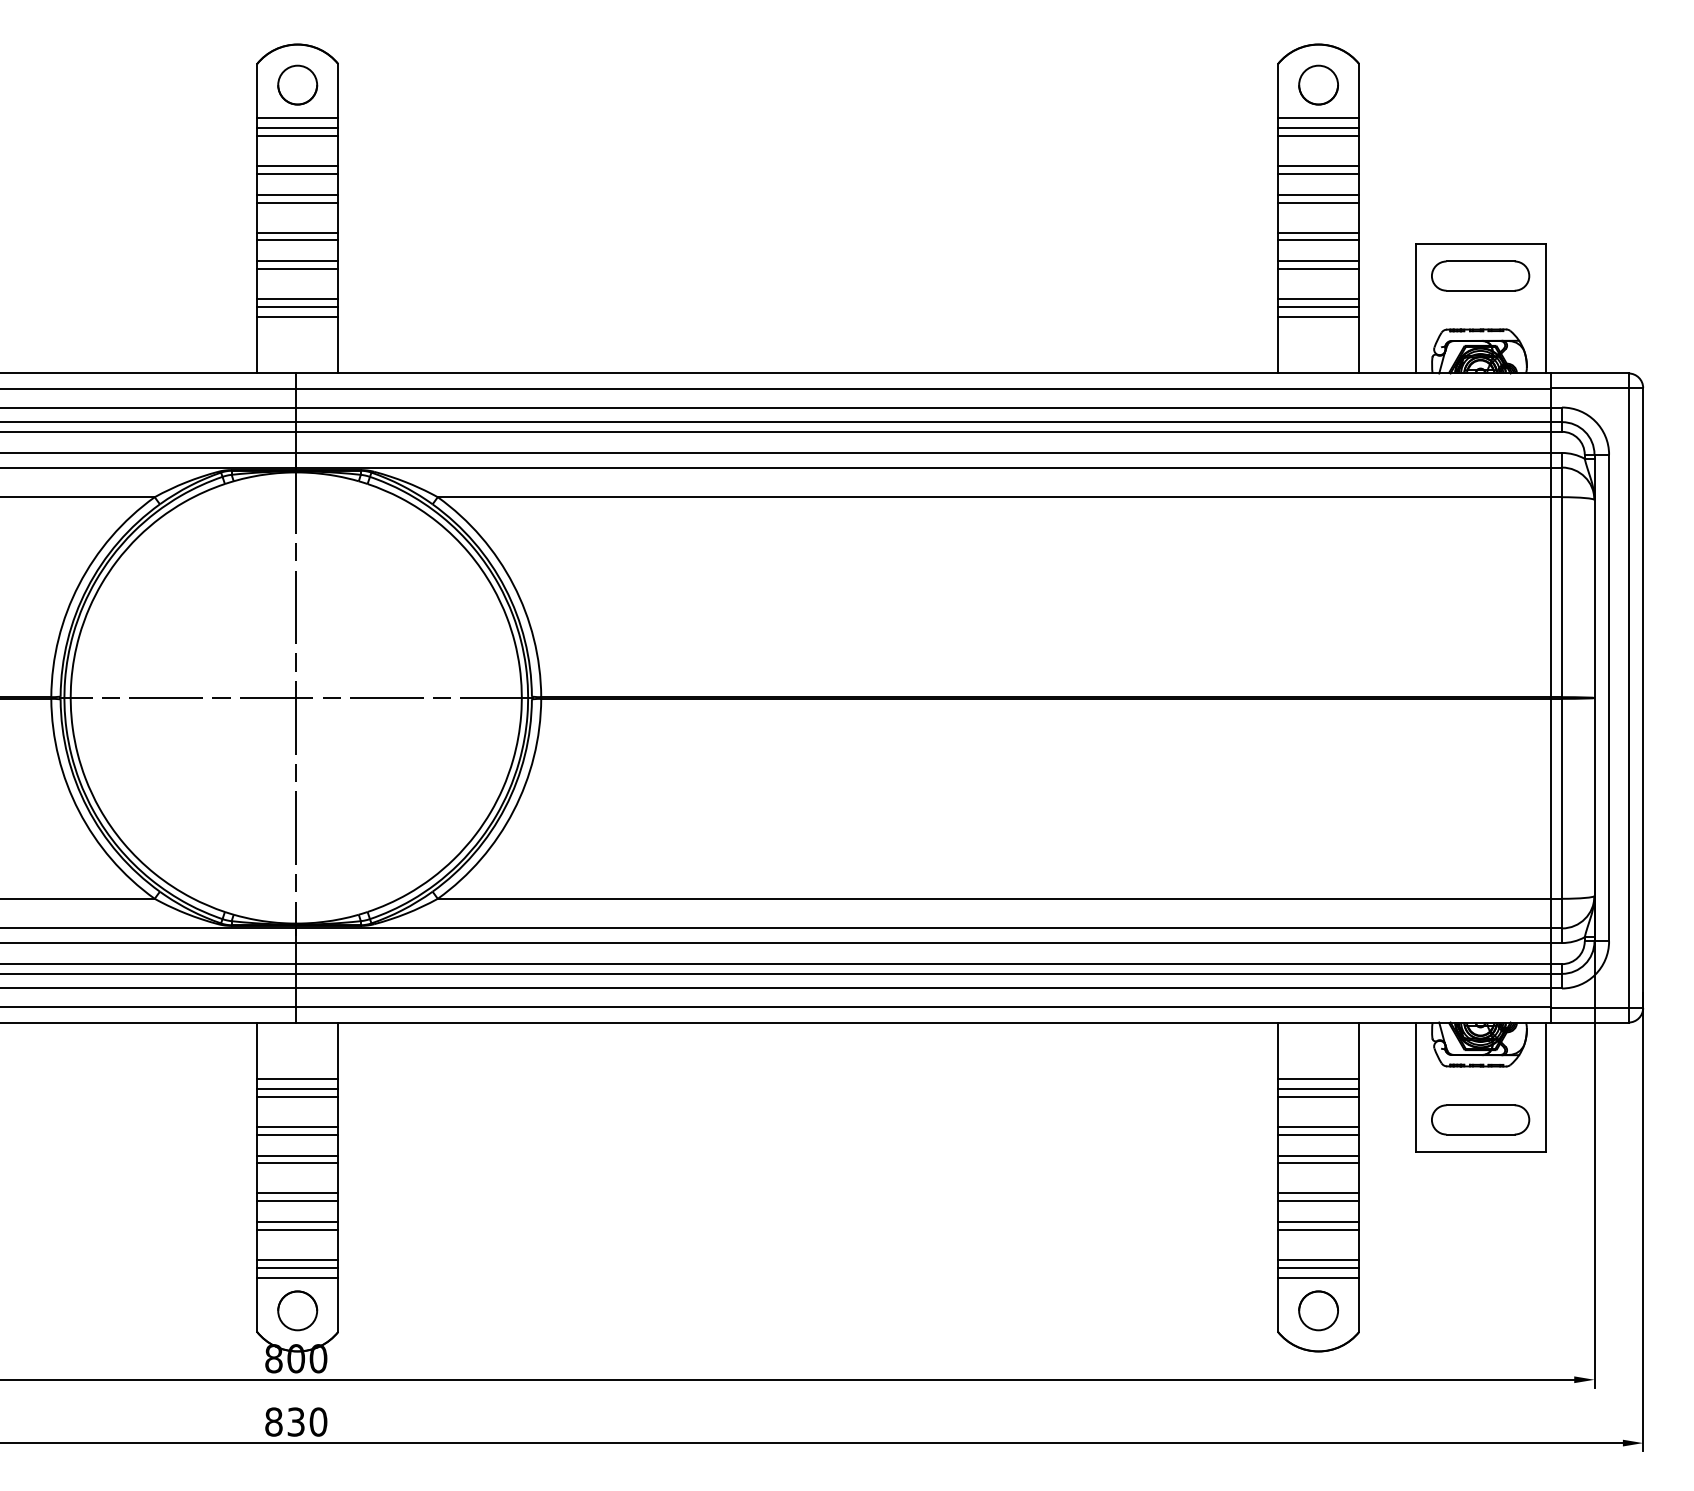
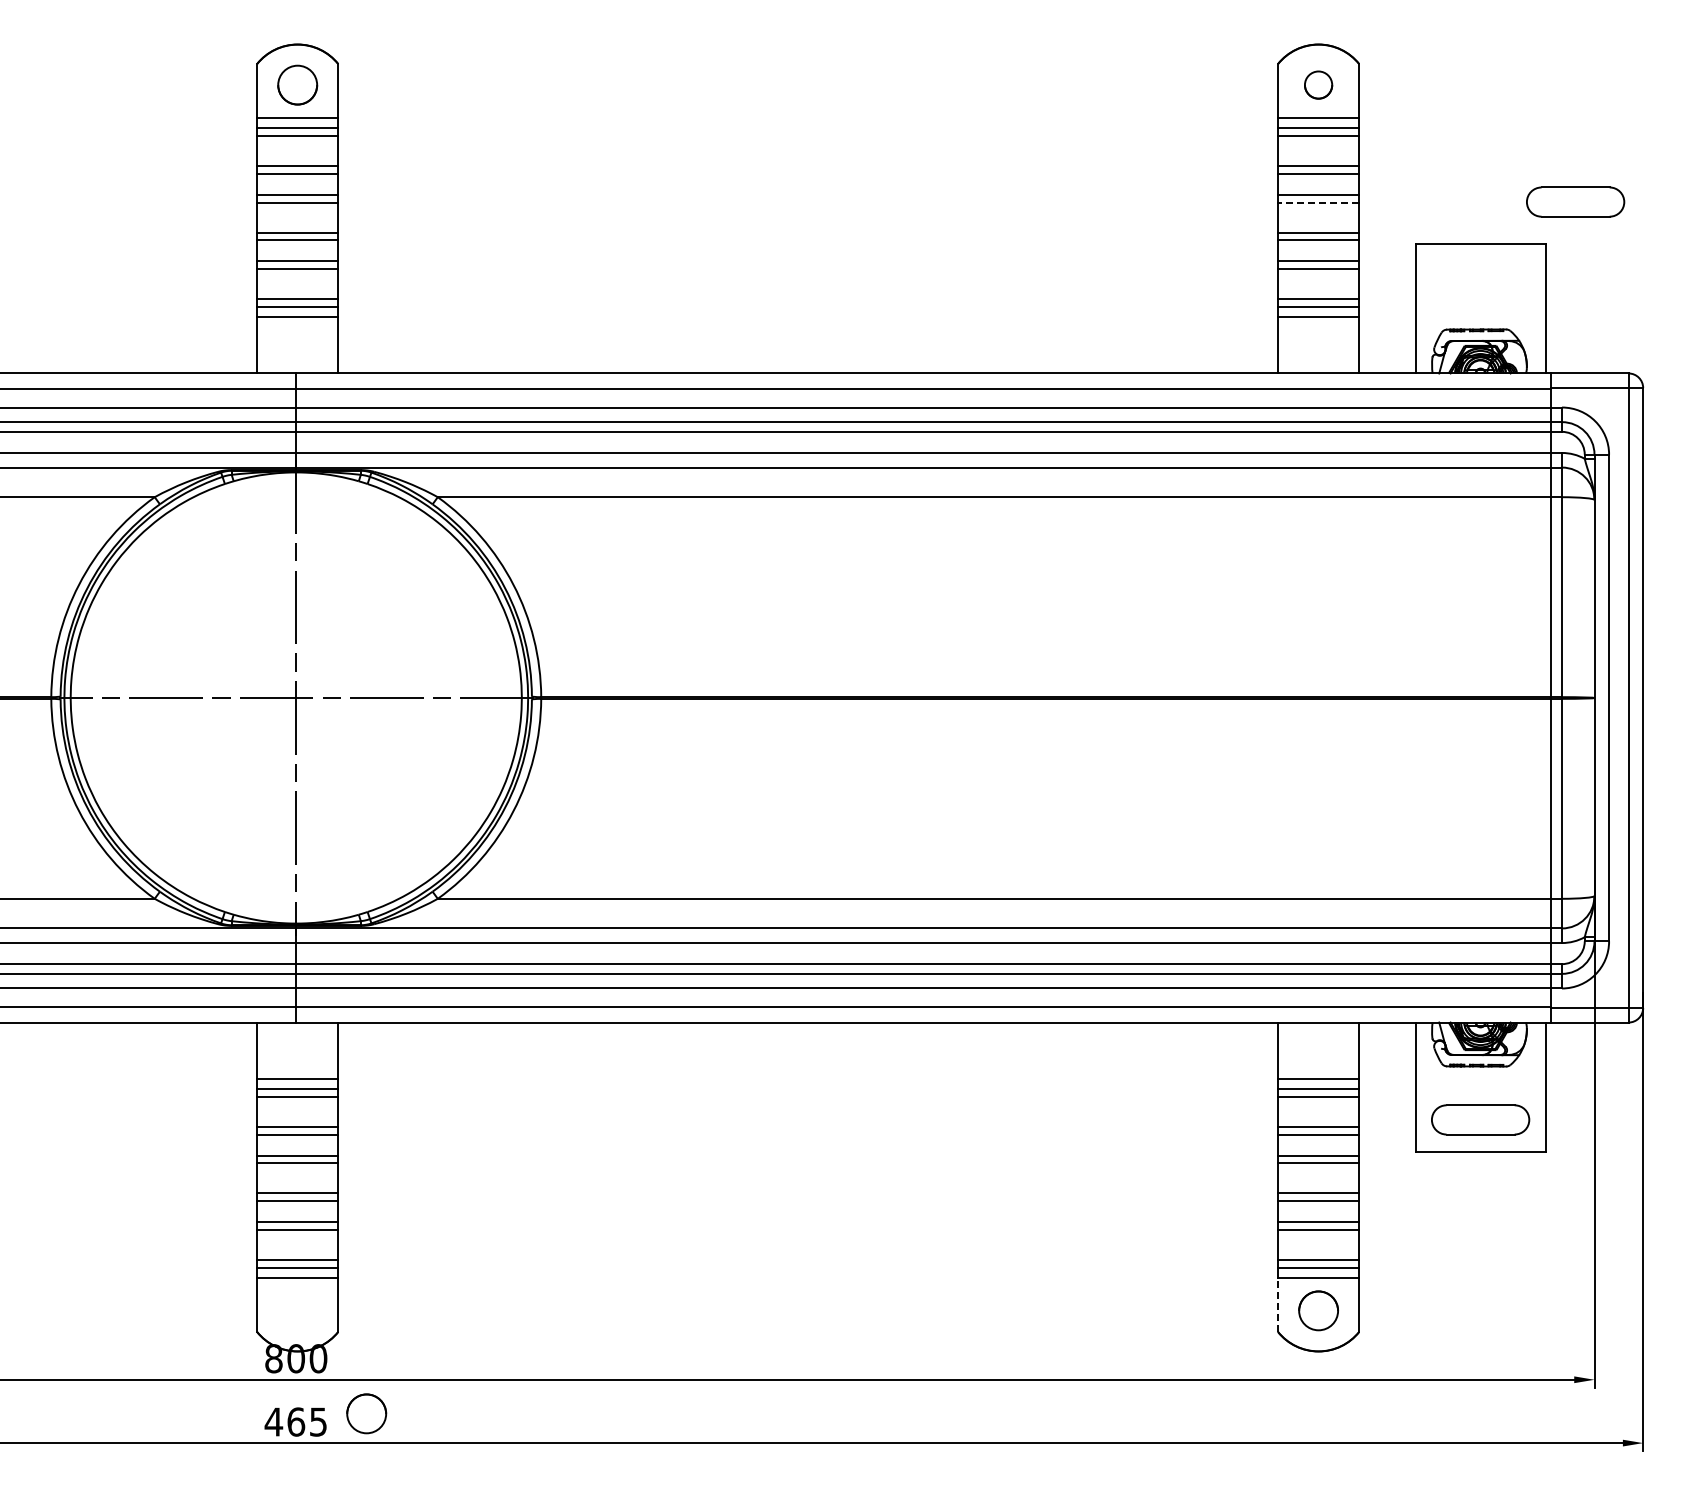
part at (1318, 84) size: 41x42 px -> 30x30 px
line at (1318, 202): solid -> dashed
part at (1480, 275) position: (1480, 275) -> (1575, 201)
line at (1278, 1305): solid -> dashed
part at (297, 1310) position: (297, 1310) -> (366, 1413)
text at (295, 1421): 830 -> 465
